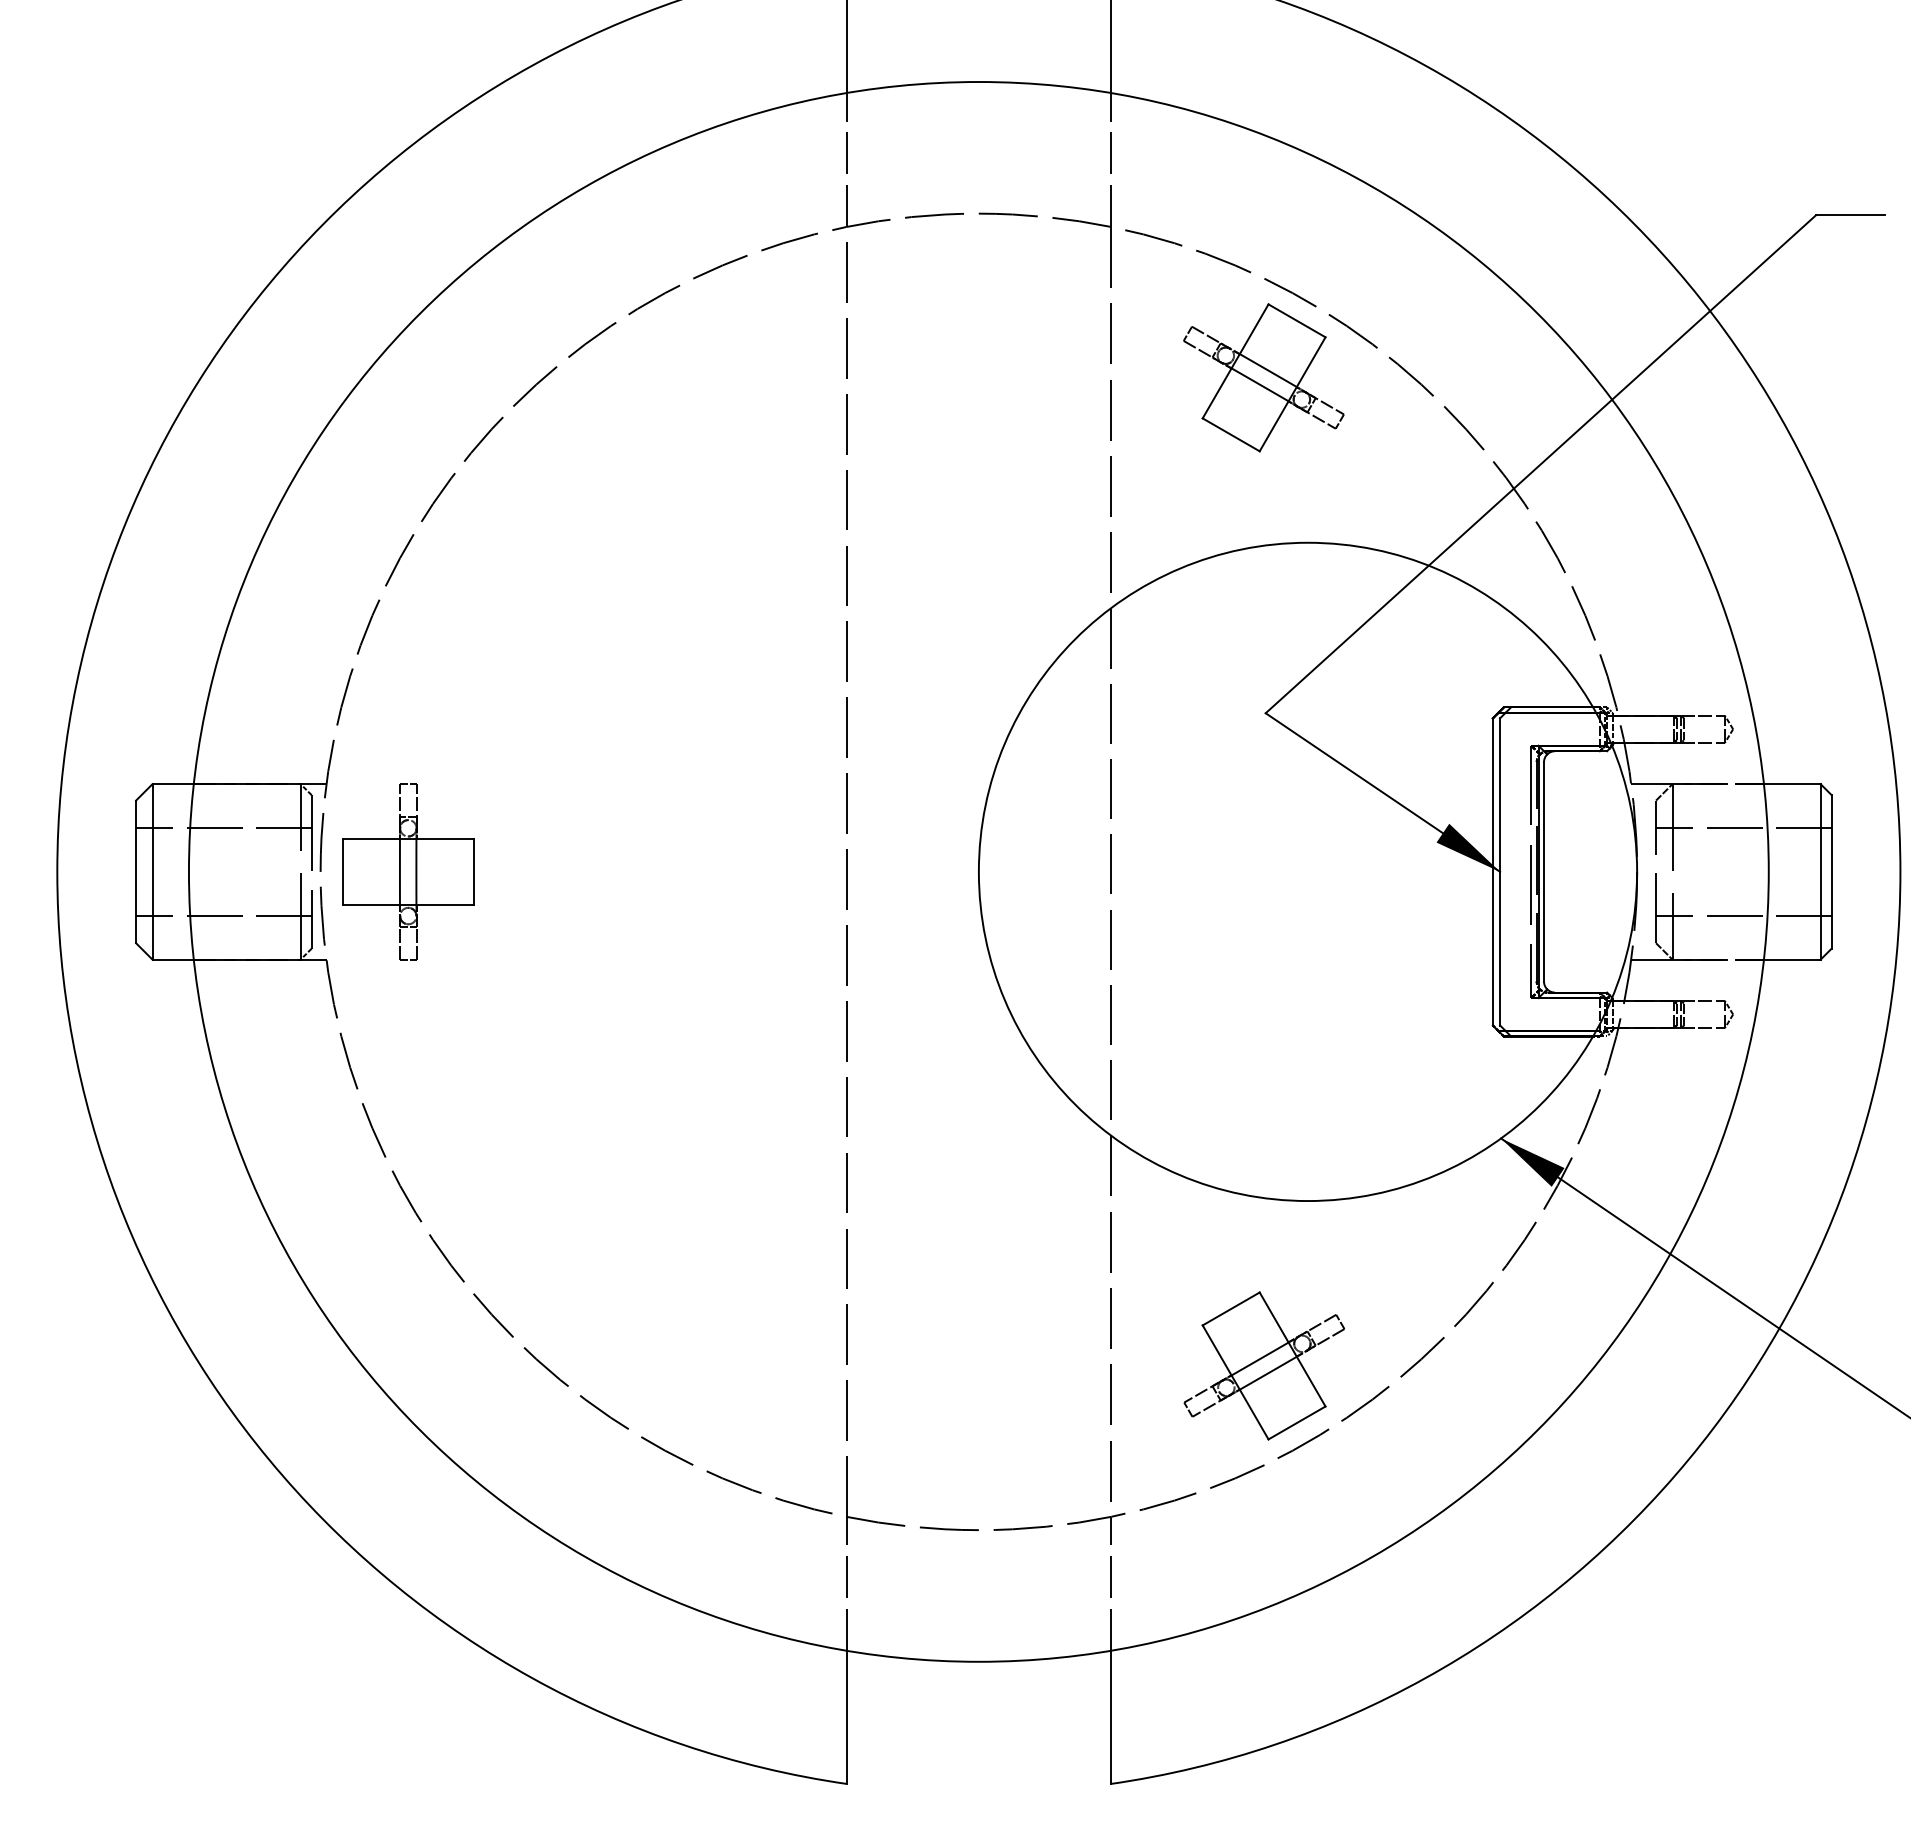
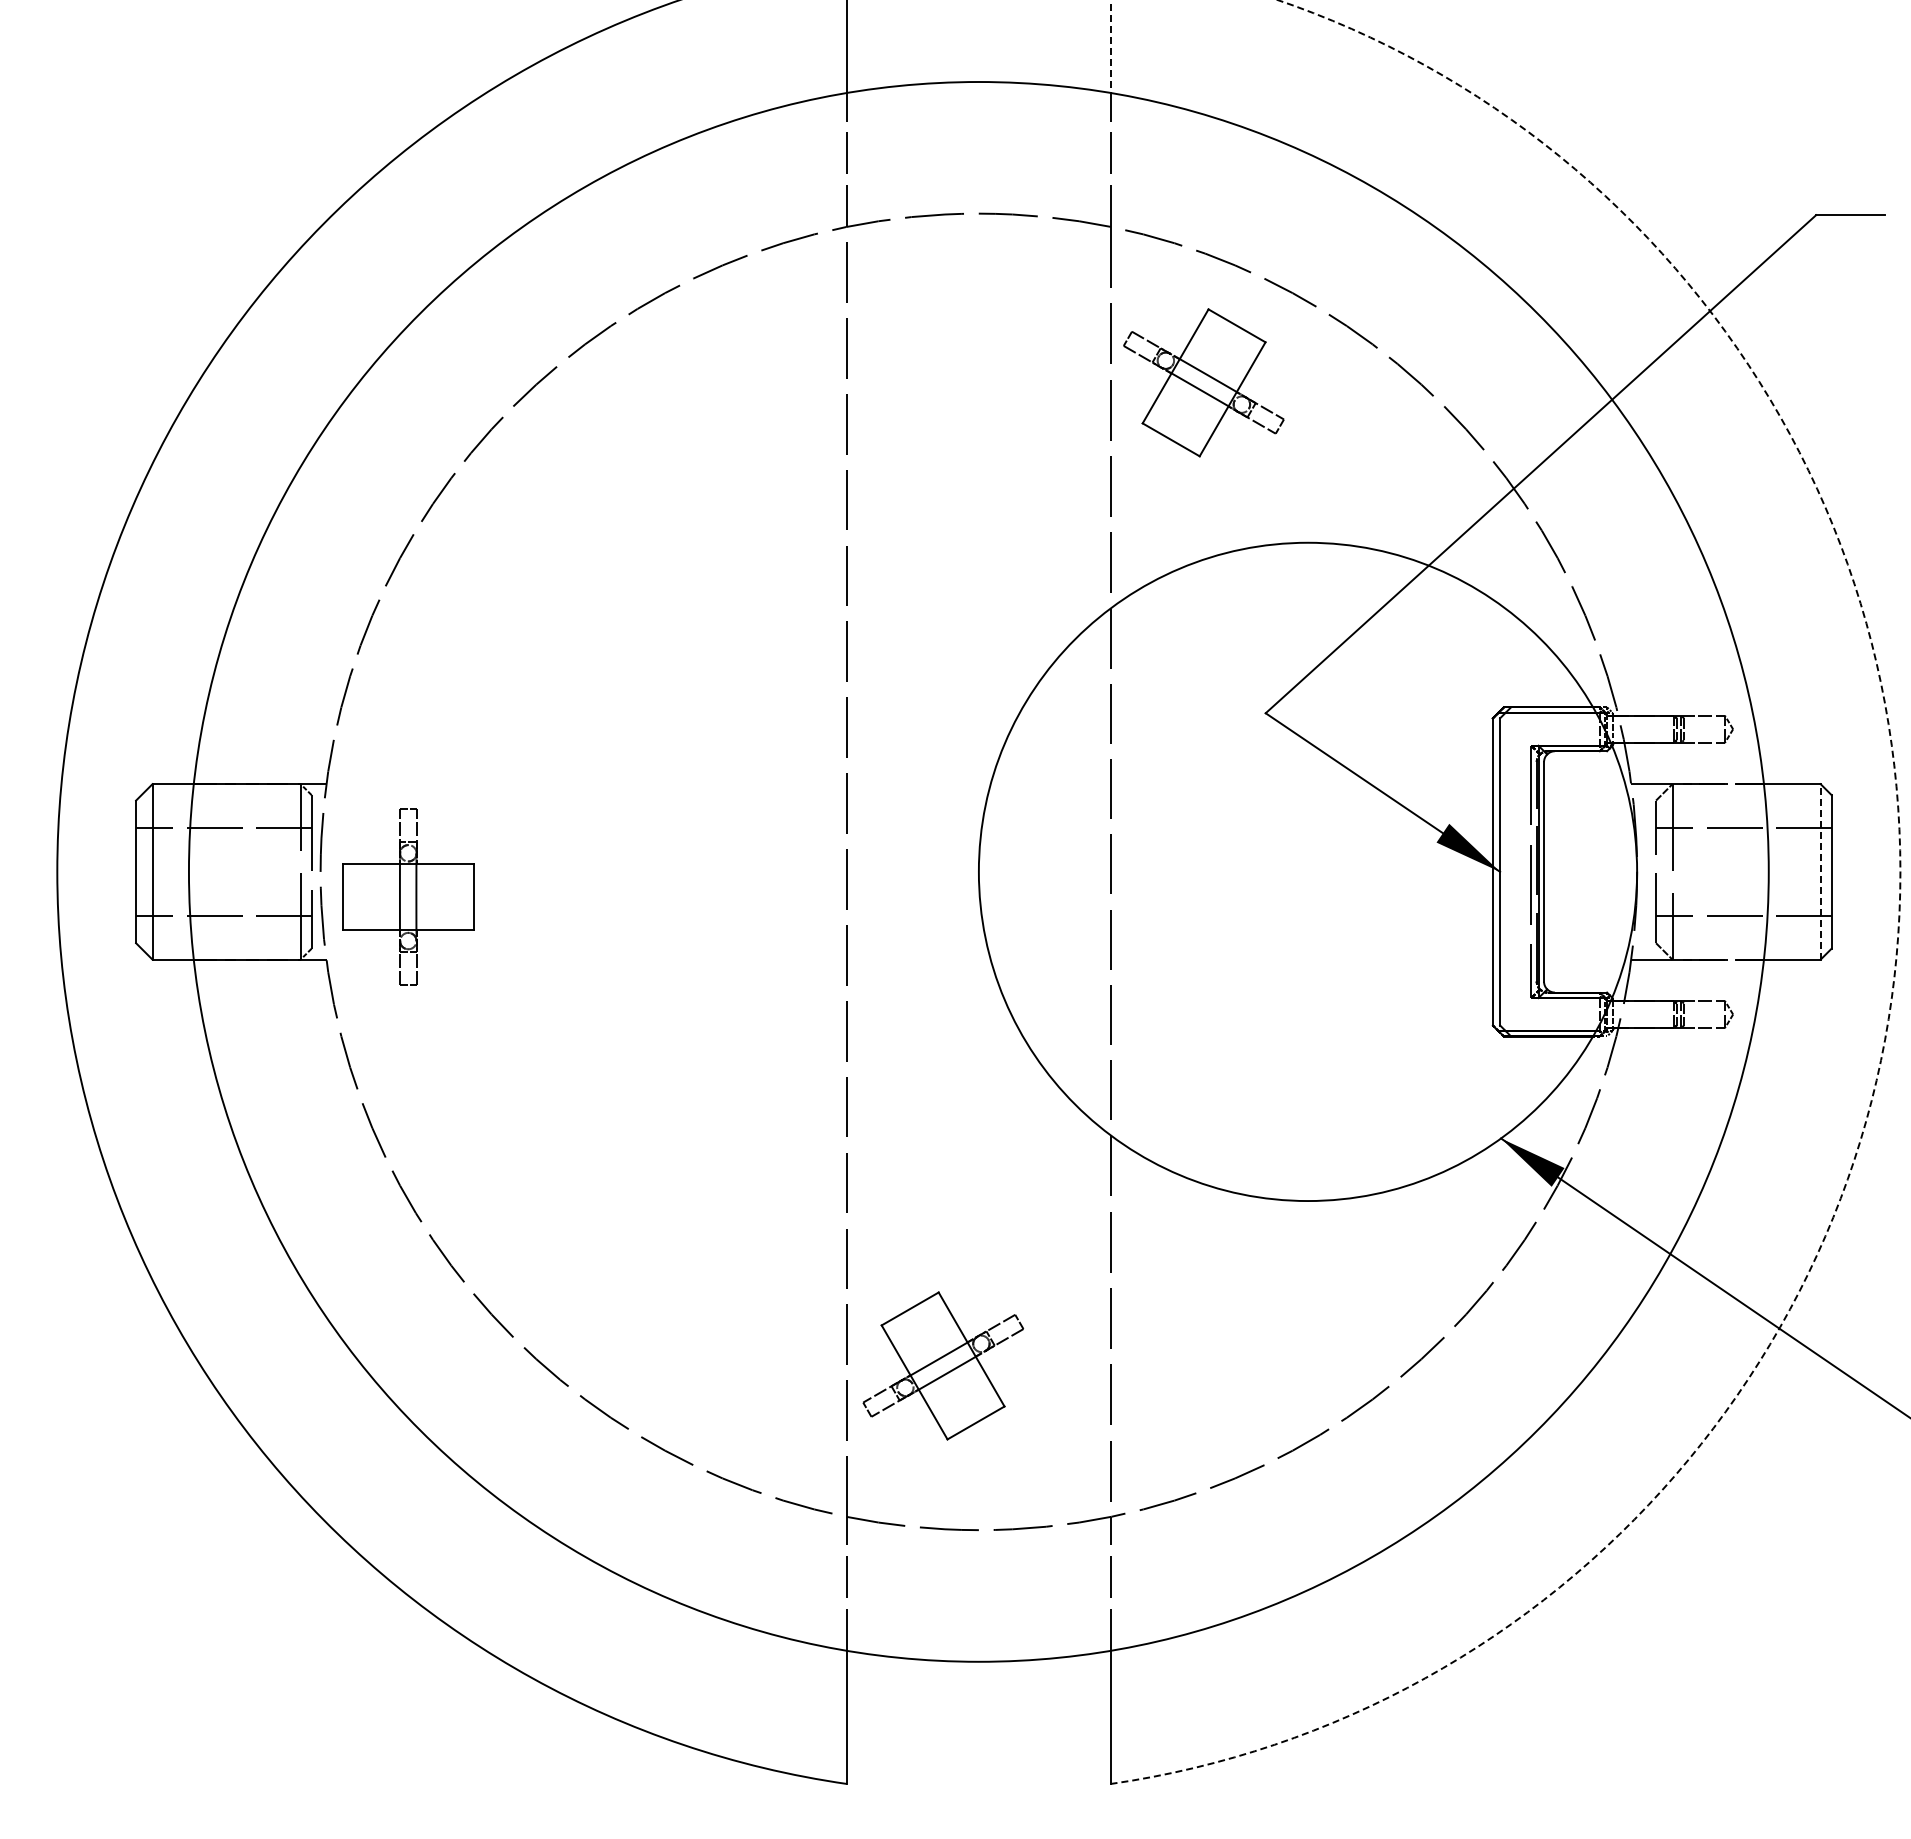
line at (1110, 47): solid -> dashed
part at (1263, 377) position: (1263, 377) -> (1203, 382)
part at (408, 871) position: (408, 871) -> (408, 896)
line at (1820, 871): solid -> dashed
arc at (1896, 956): solid -> dashed
part at (1264, 1365) position: (1264, 1365) -> (943, 1365)
